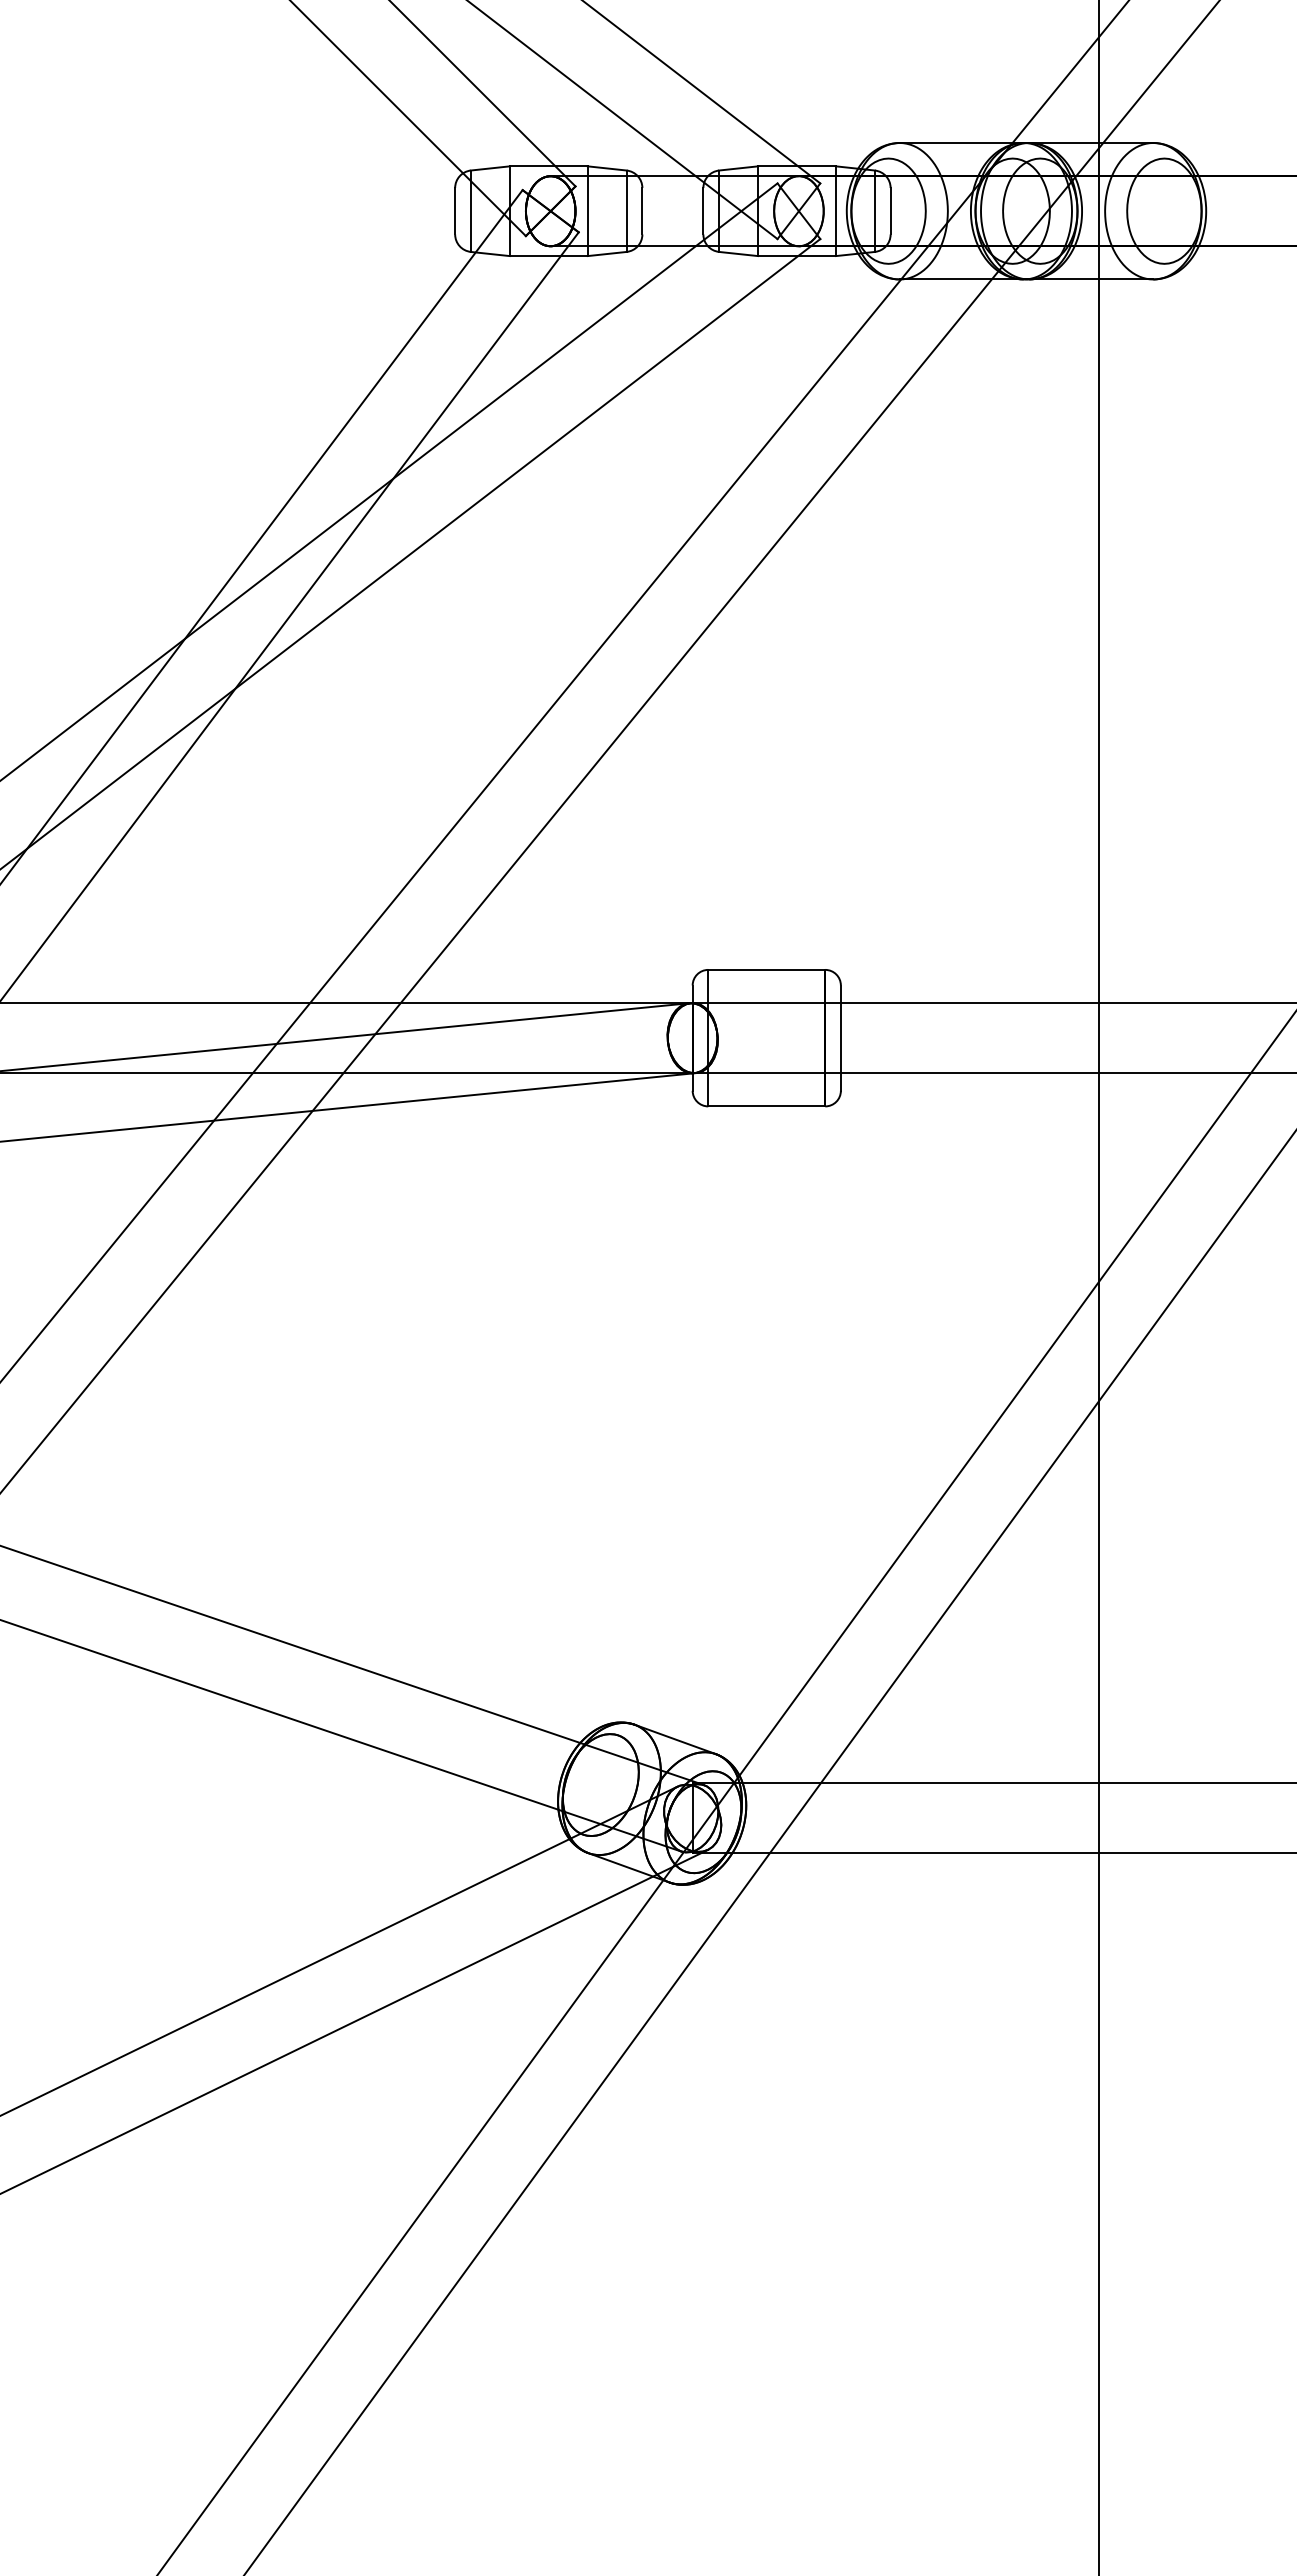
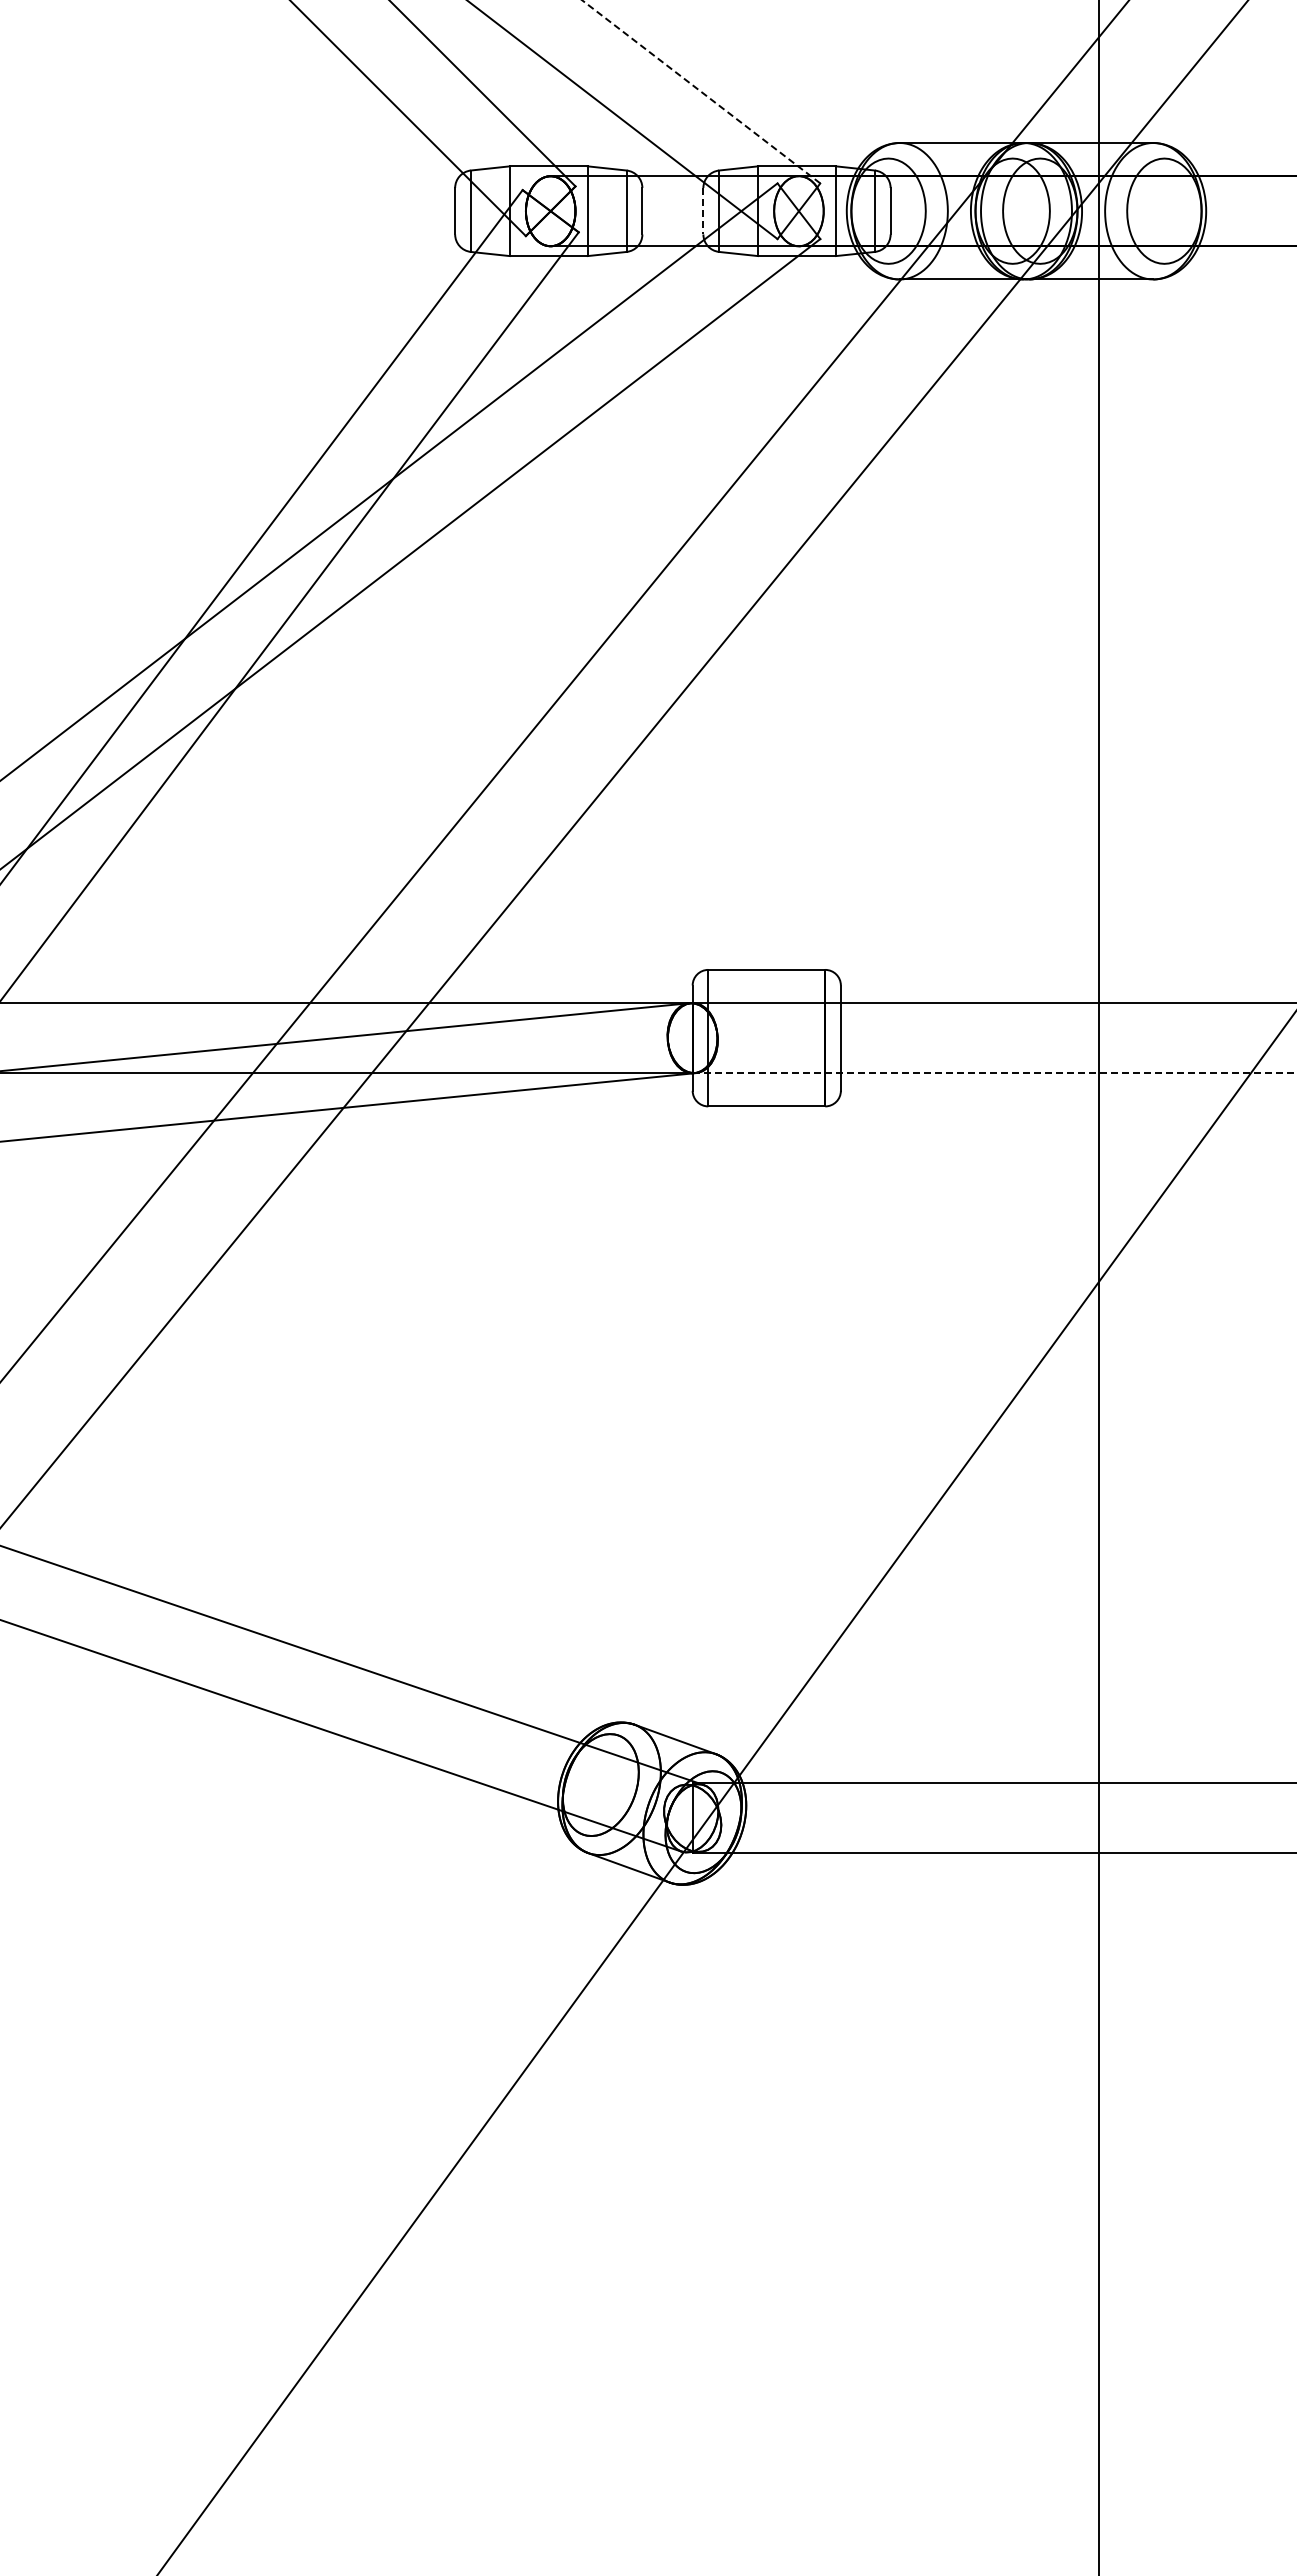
line at (701, 92): solid -> dashed
line at (703, 211): solid -> dashed
line at (610, 746) position: (610, 746) -> (624, 763)
line at (994, 1073): solid -> dashed
line at (769, 1853): present -> none
line at (339, 1950): present -> none
line at (355, 2020): present -> none
